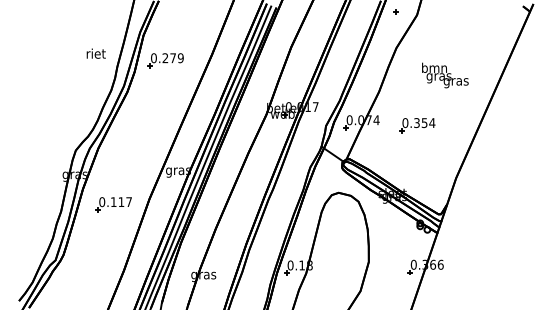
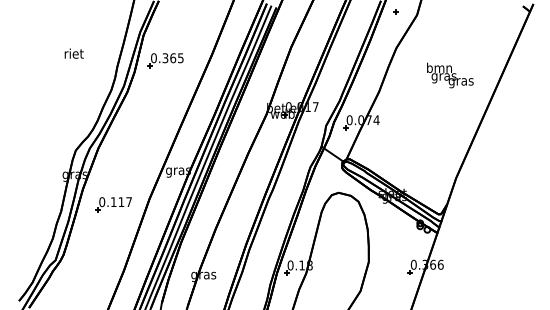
text at (95, 53) position: (95, 53) -> (73, 53)
text at (172, 58): 0.279 -> 0.365
text at (445, 75) position: (445, 75) -> (450, 75)
part at (417, 125): present -> none
